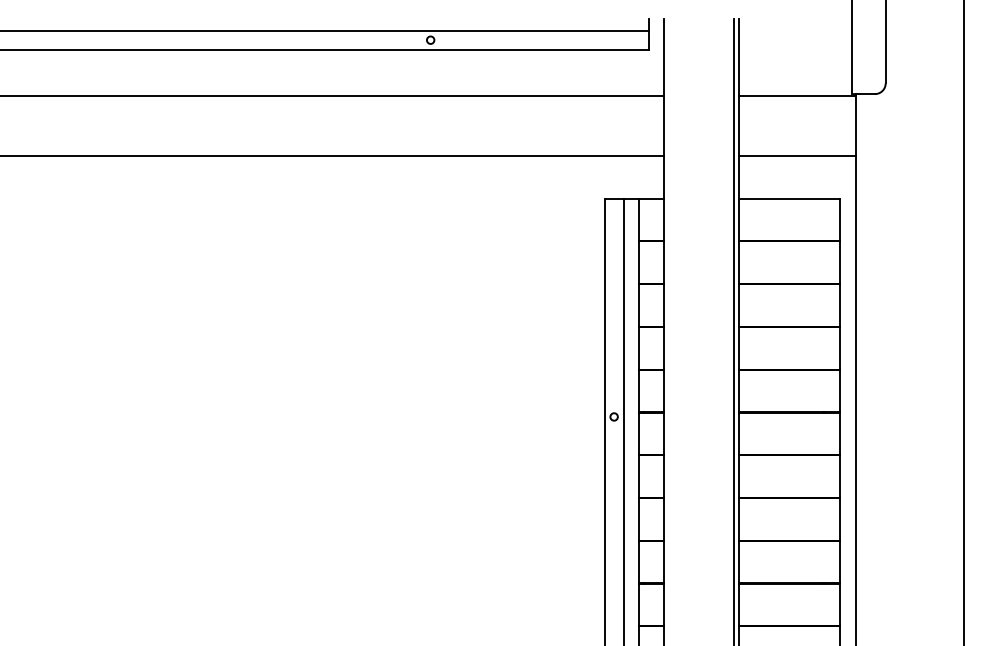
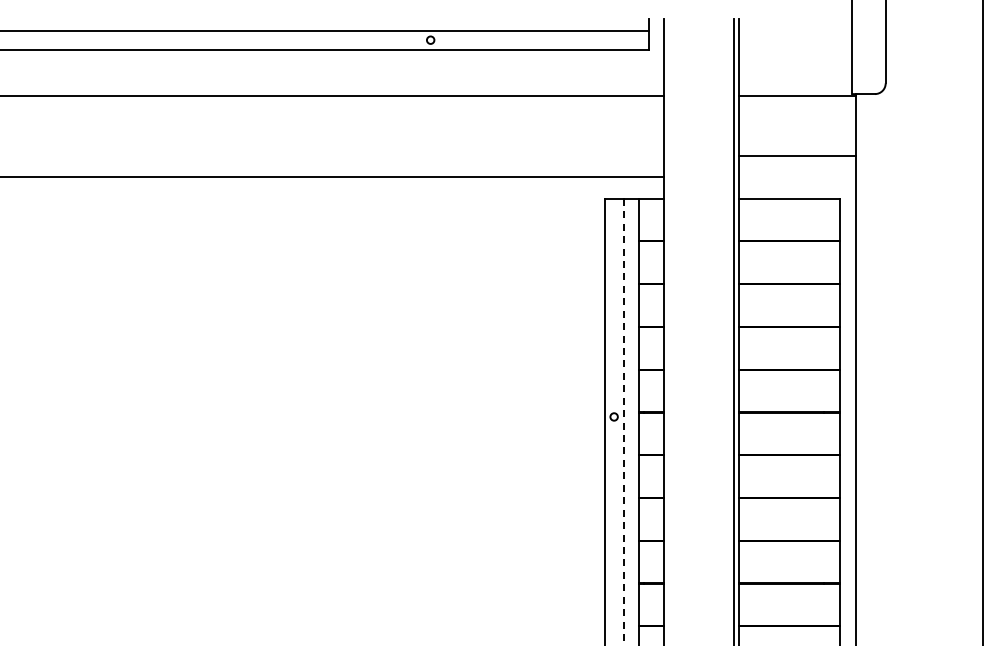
line at (332, 155) position: (332, 155) -> (332, 176)
line at (964, 322) position: (964, 322) -> (983, 322)
line at (623, 422): solid -> dashed
